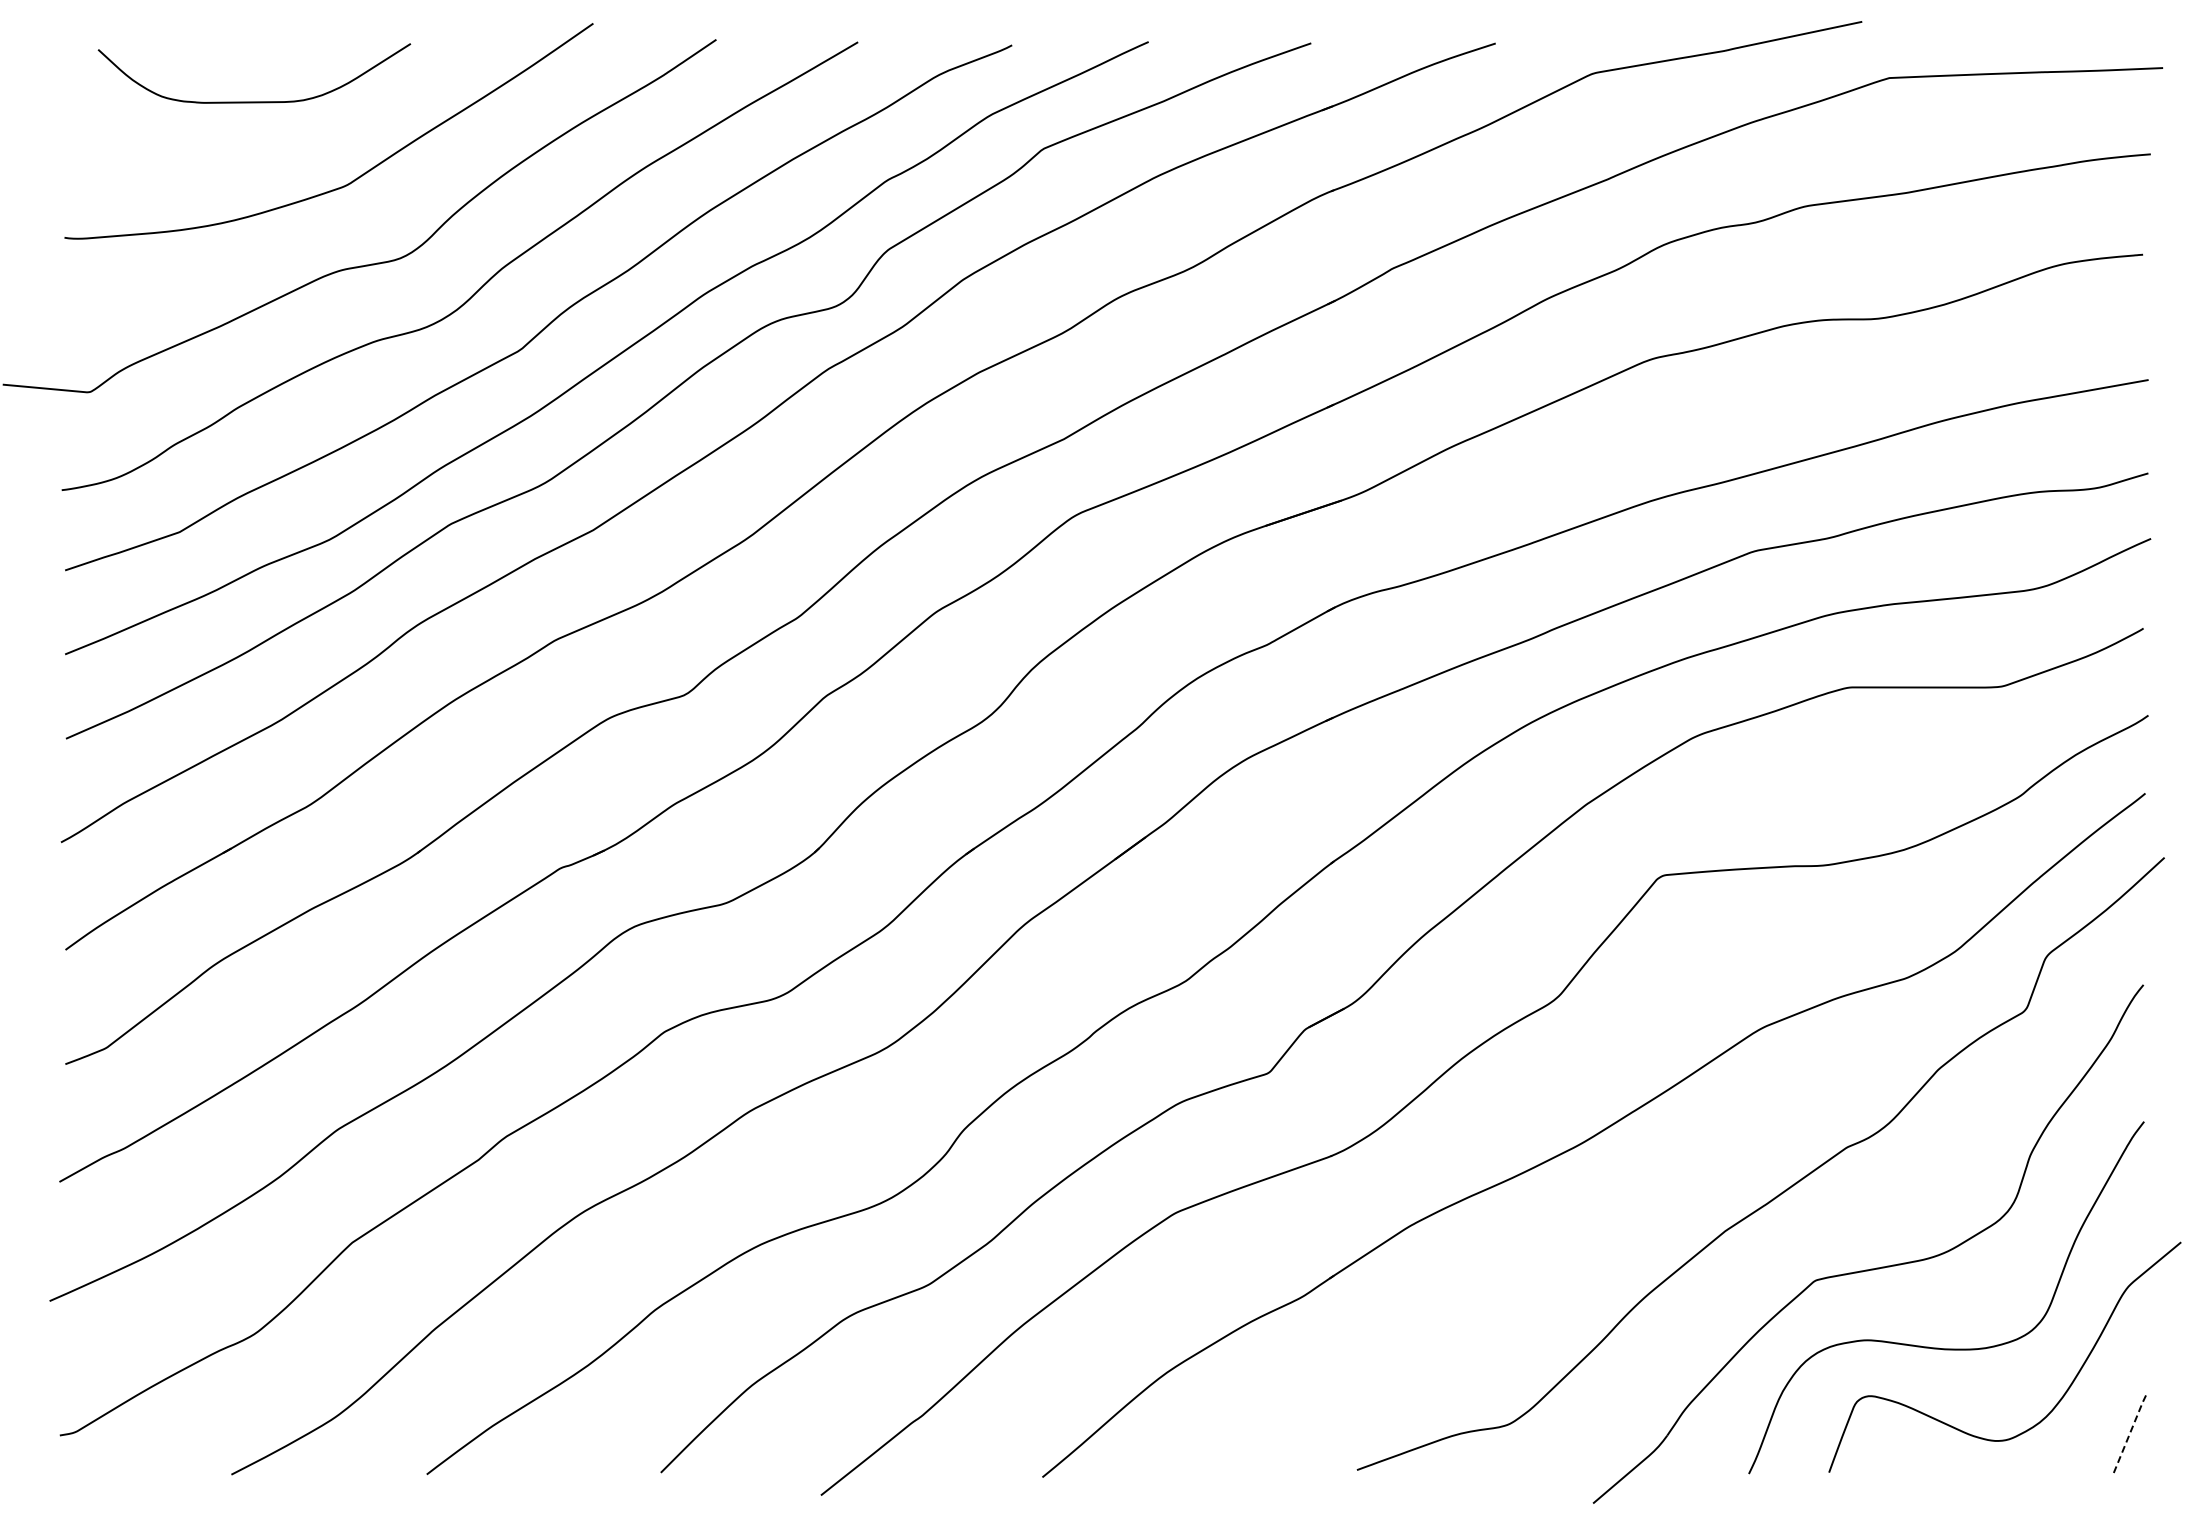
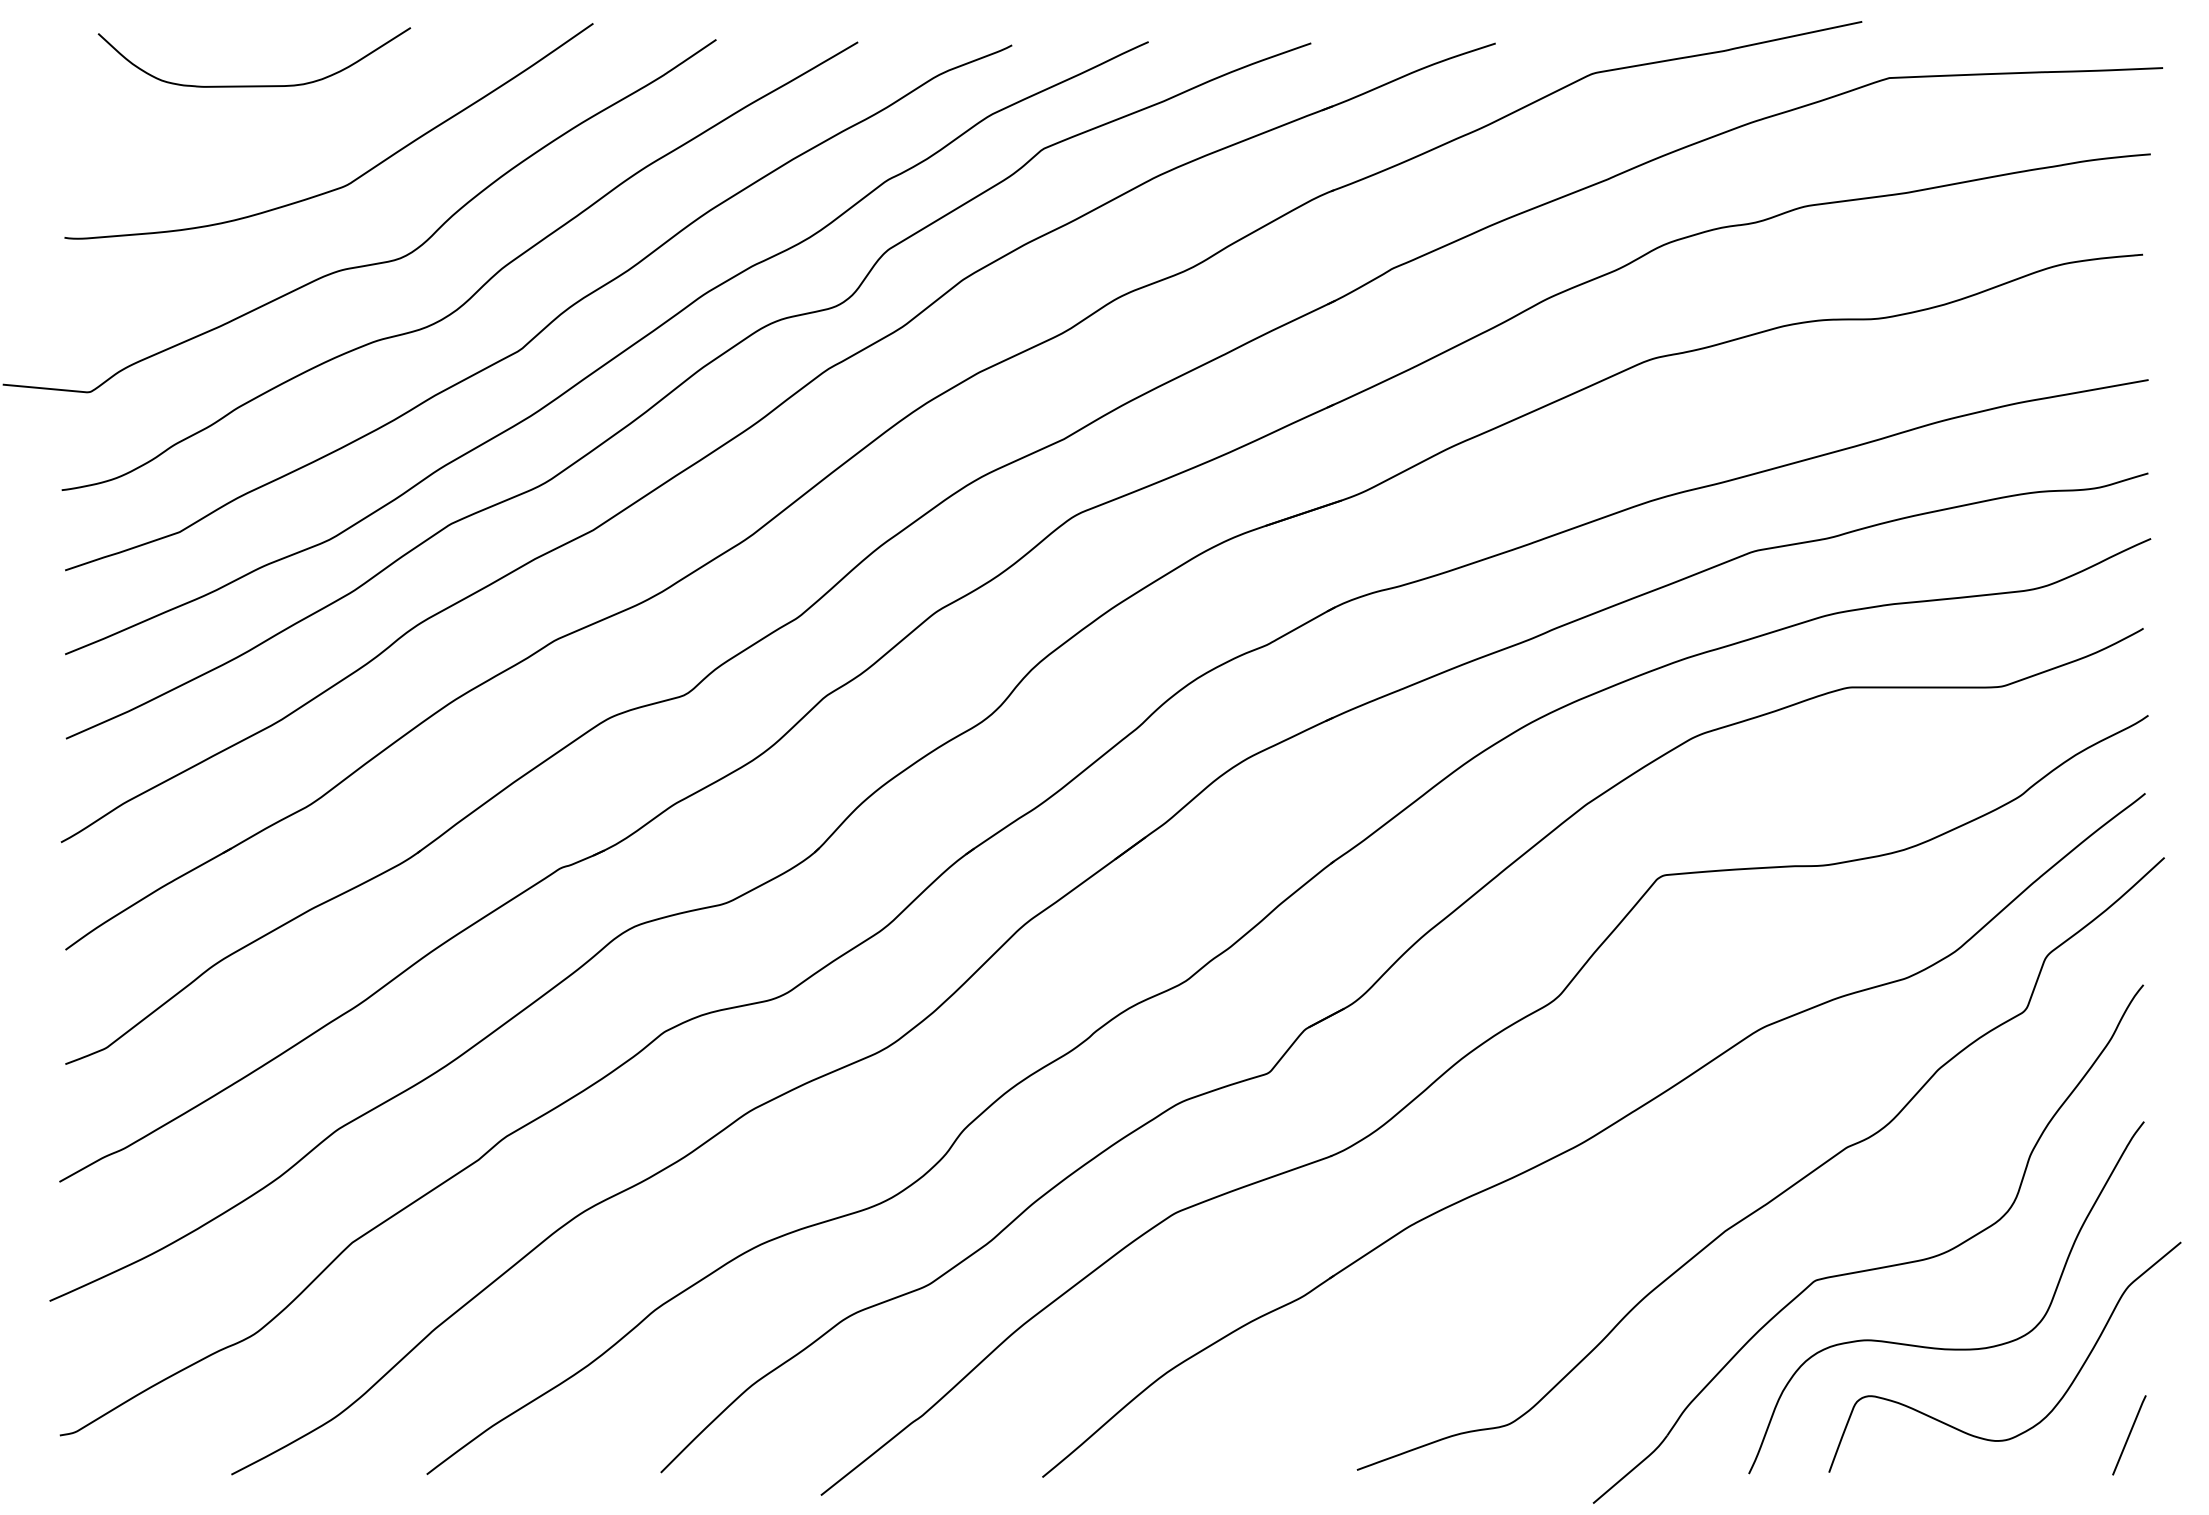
curve at (254, 101) position: (254, 101) -> (254, 85)
line at (2129, 1434): dashed -> solid
